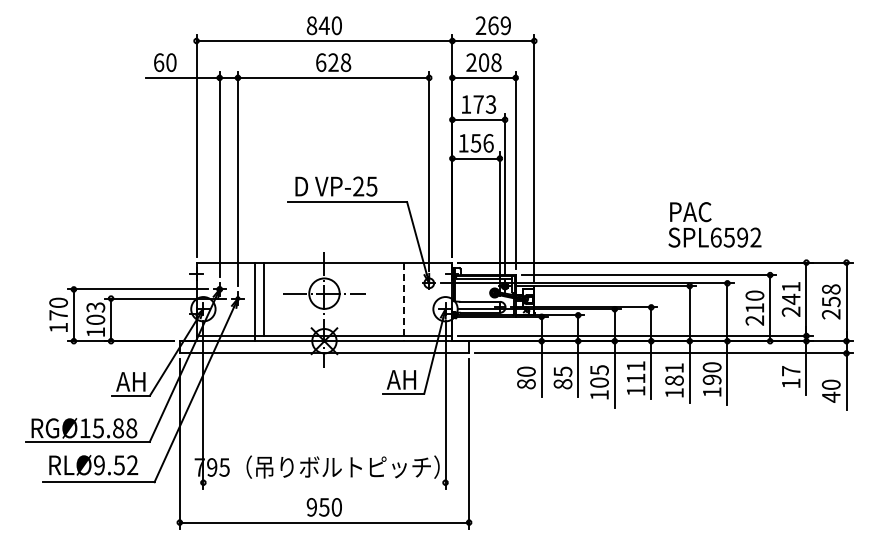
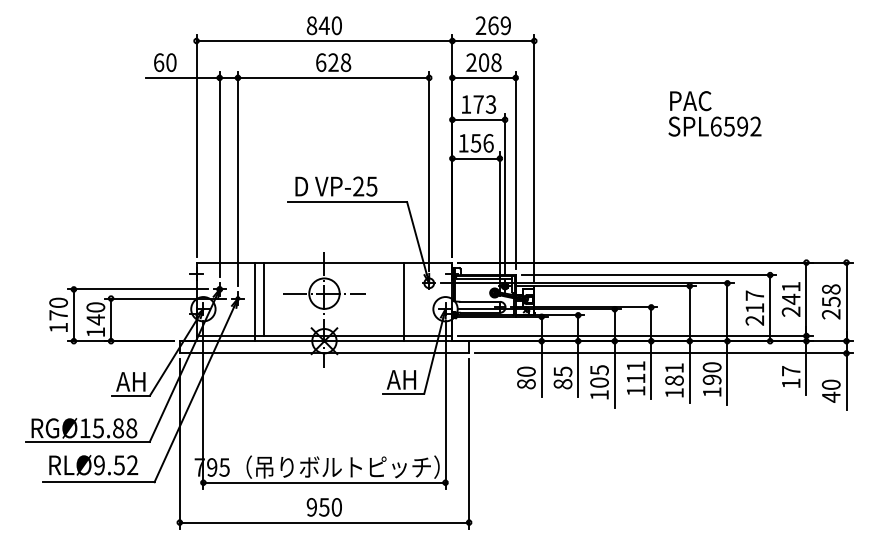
text at (714, 224) position: (714, 224) -> (714, 113)
text at (754, 295): 210 -> 217
line at (403, 302): dashed -> solid
text at (95, 313): 103 -> 140
line at (324, 482): none -> present
